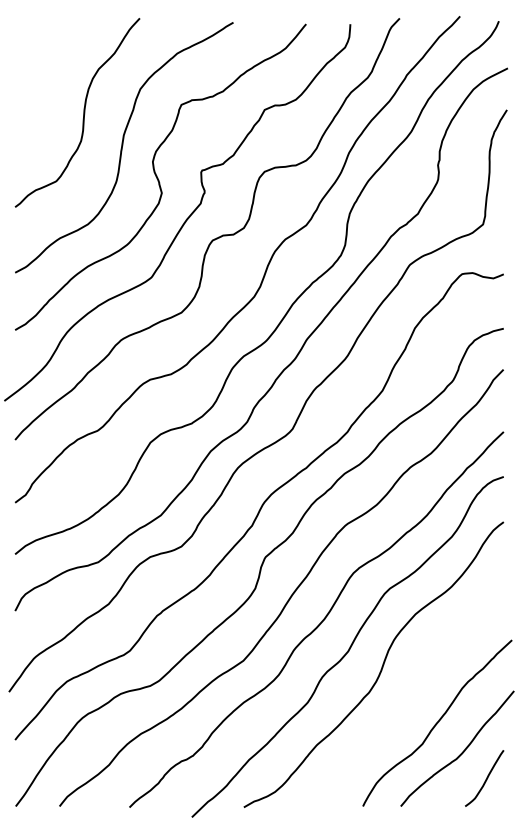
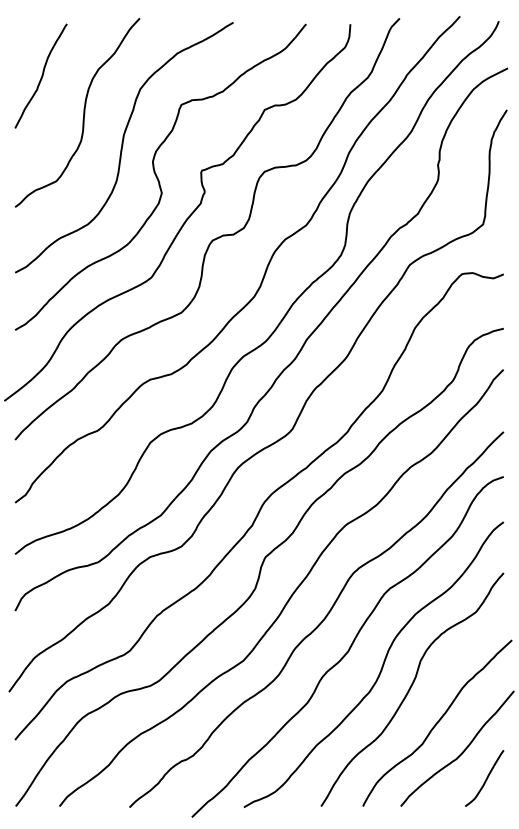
curve at (41, 75): none -> present
curve at (411, 688): none -> present
